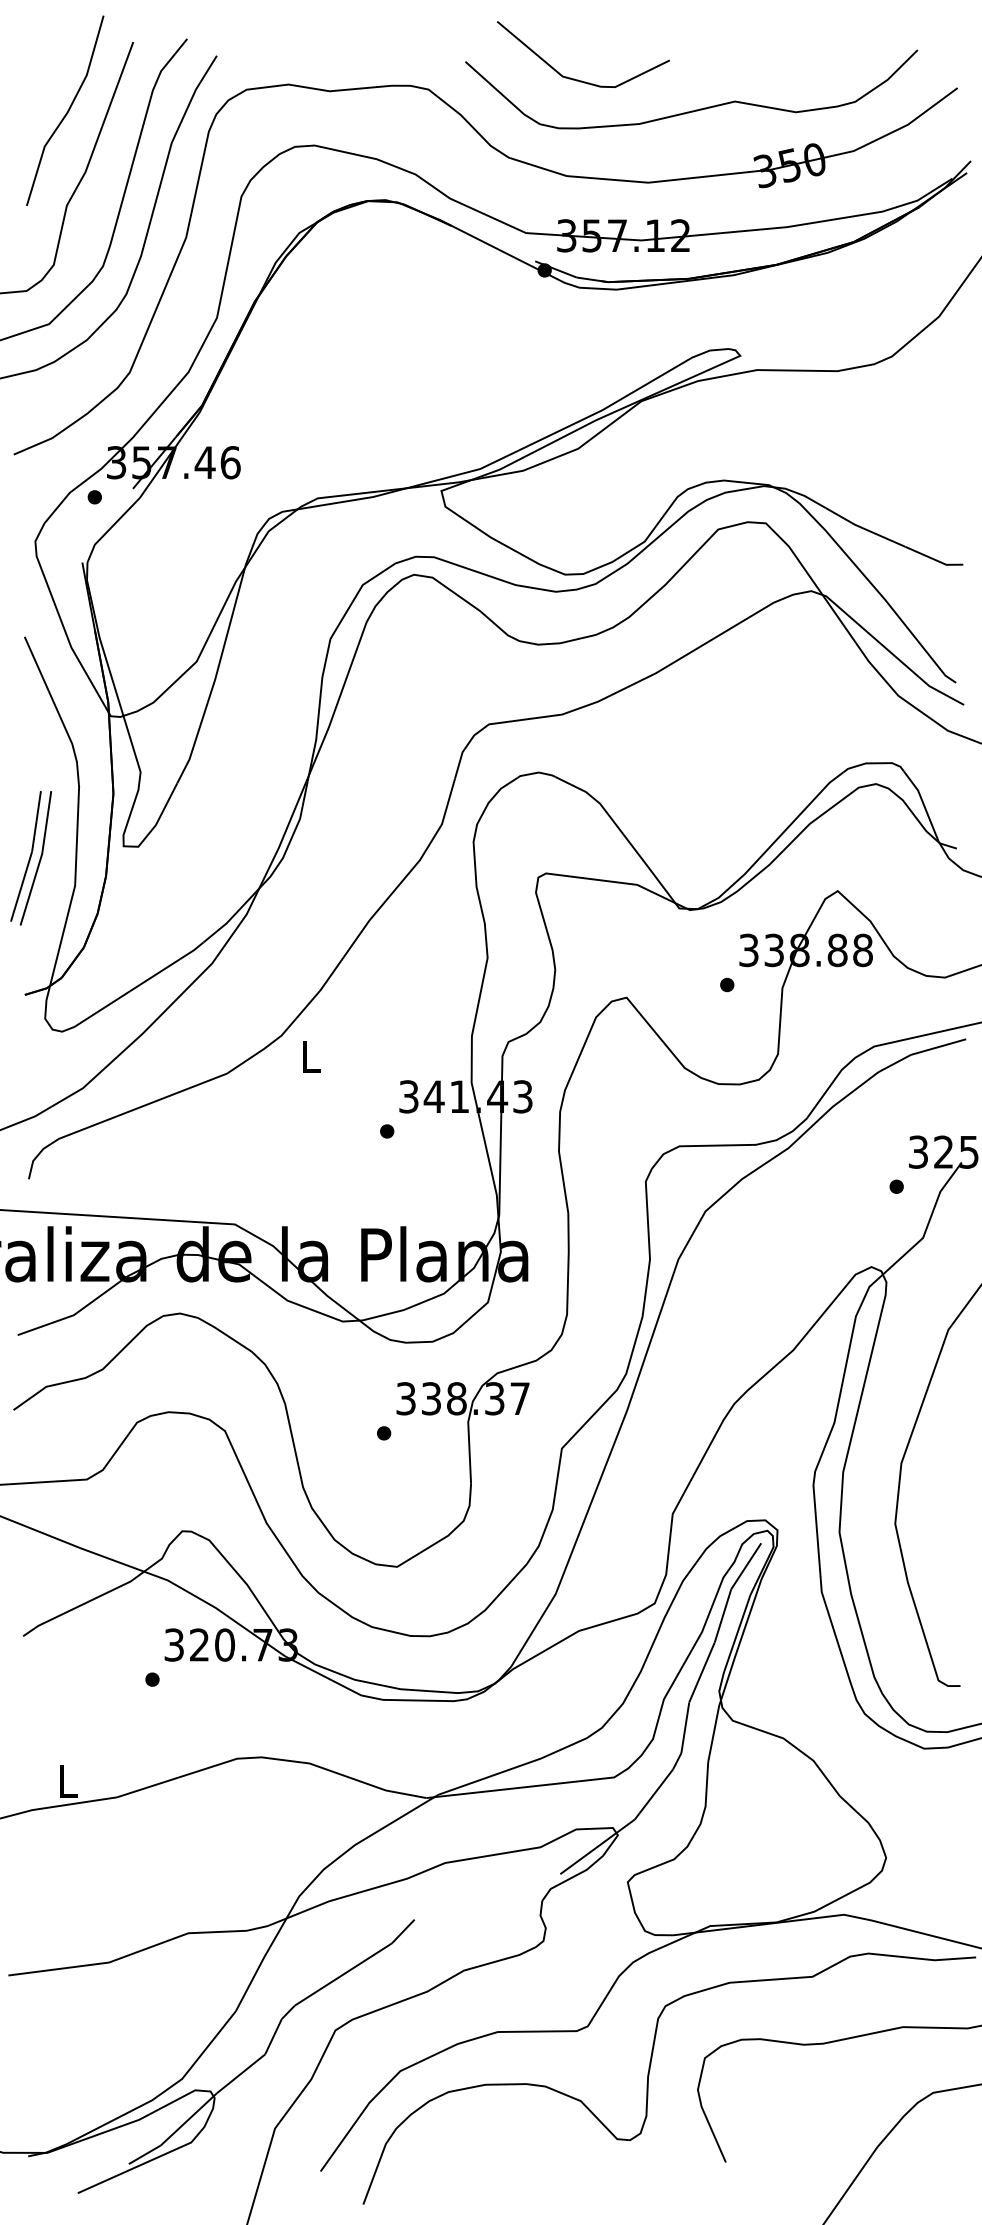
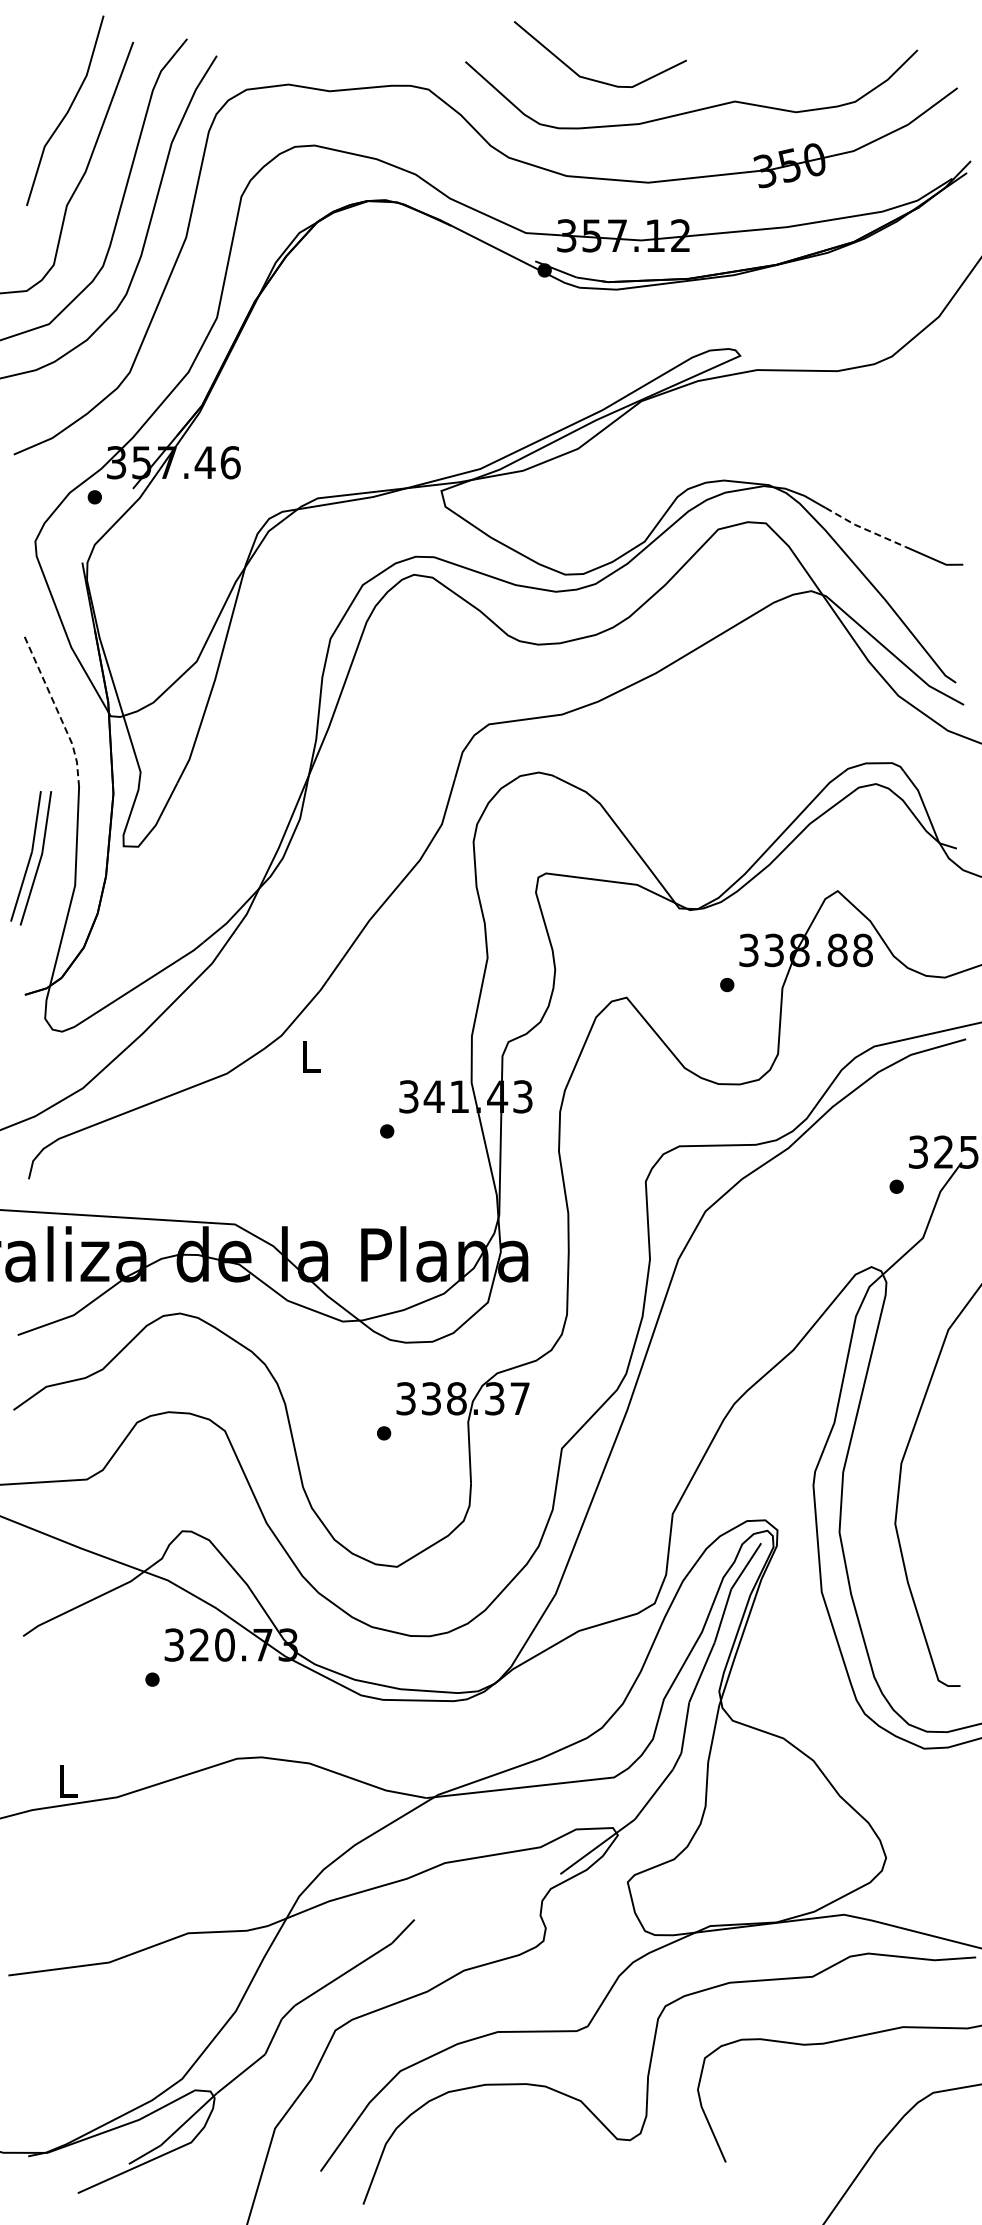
line at (574, 78) position: (574, 78) -> (591, 78)
line at (864, 528): solid -> dashed
line at (57, 710): solid -> dashed
